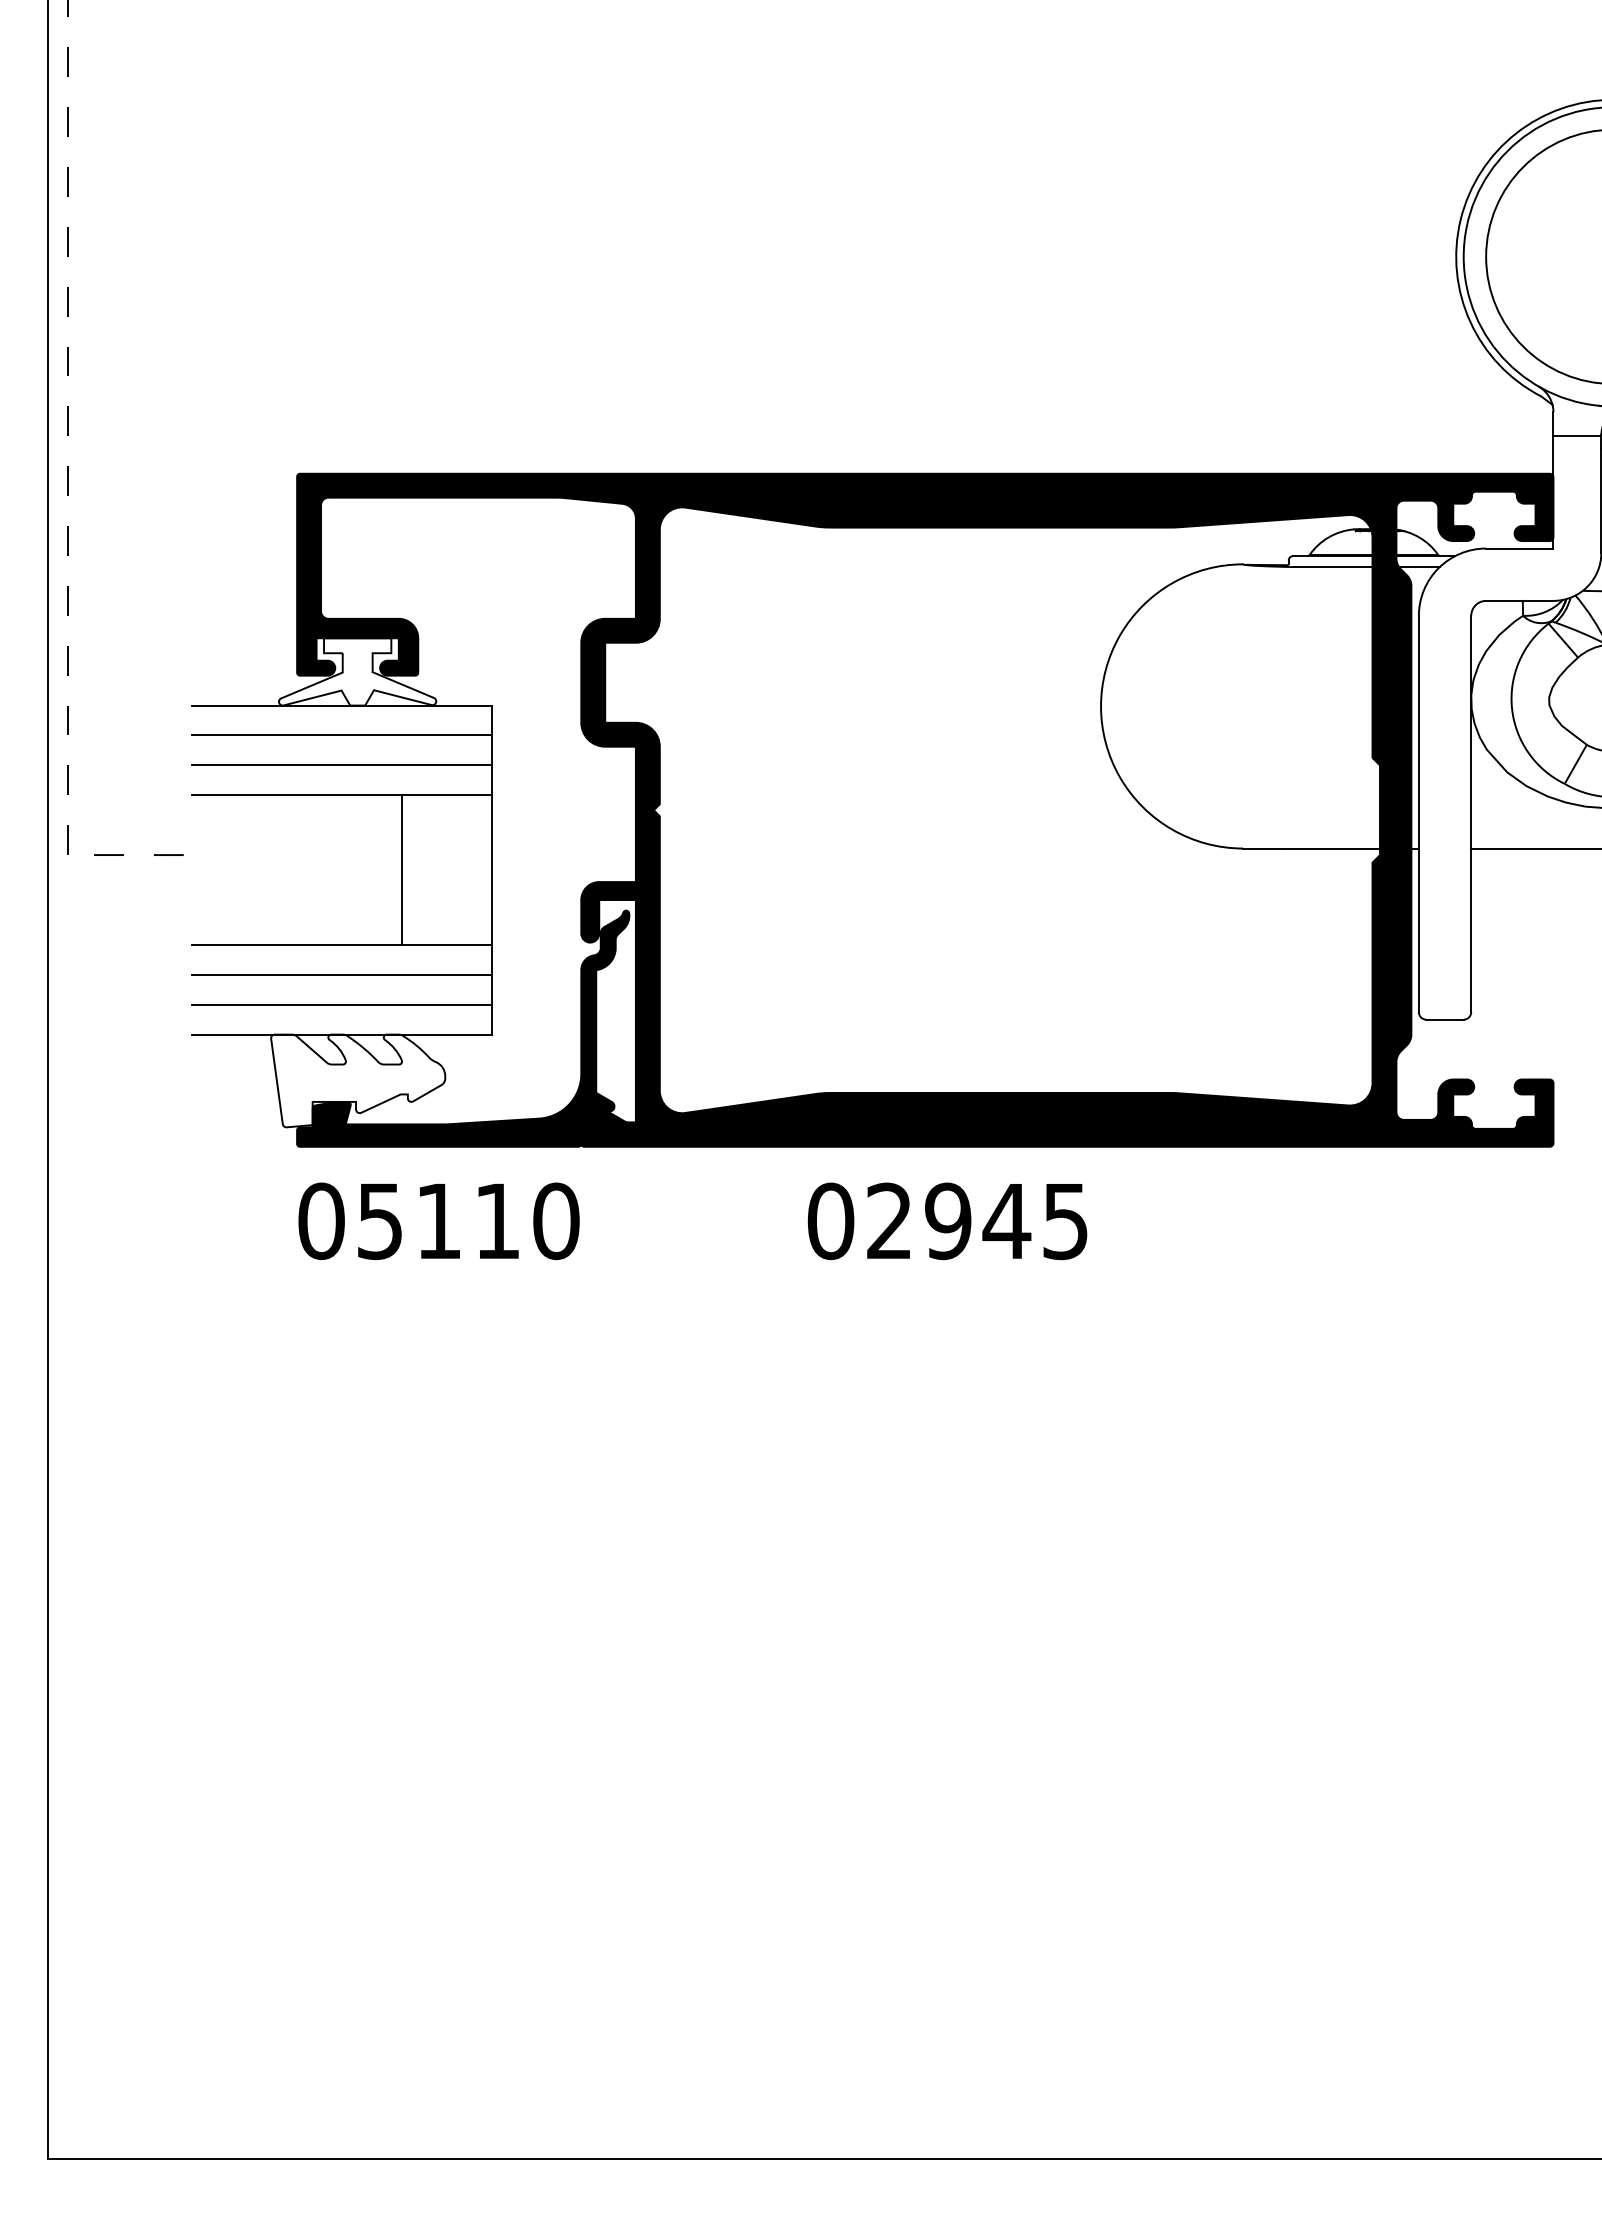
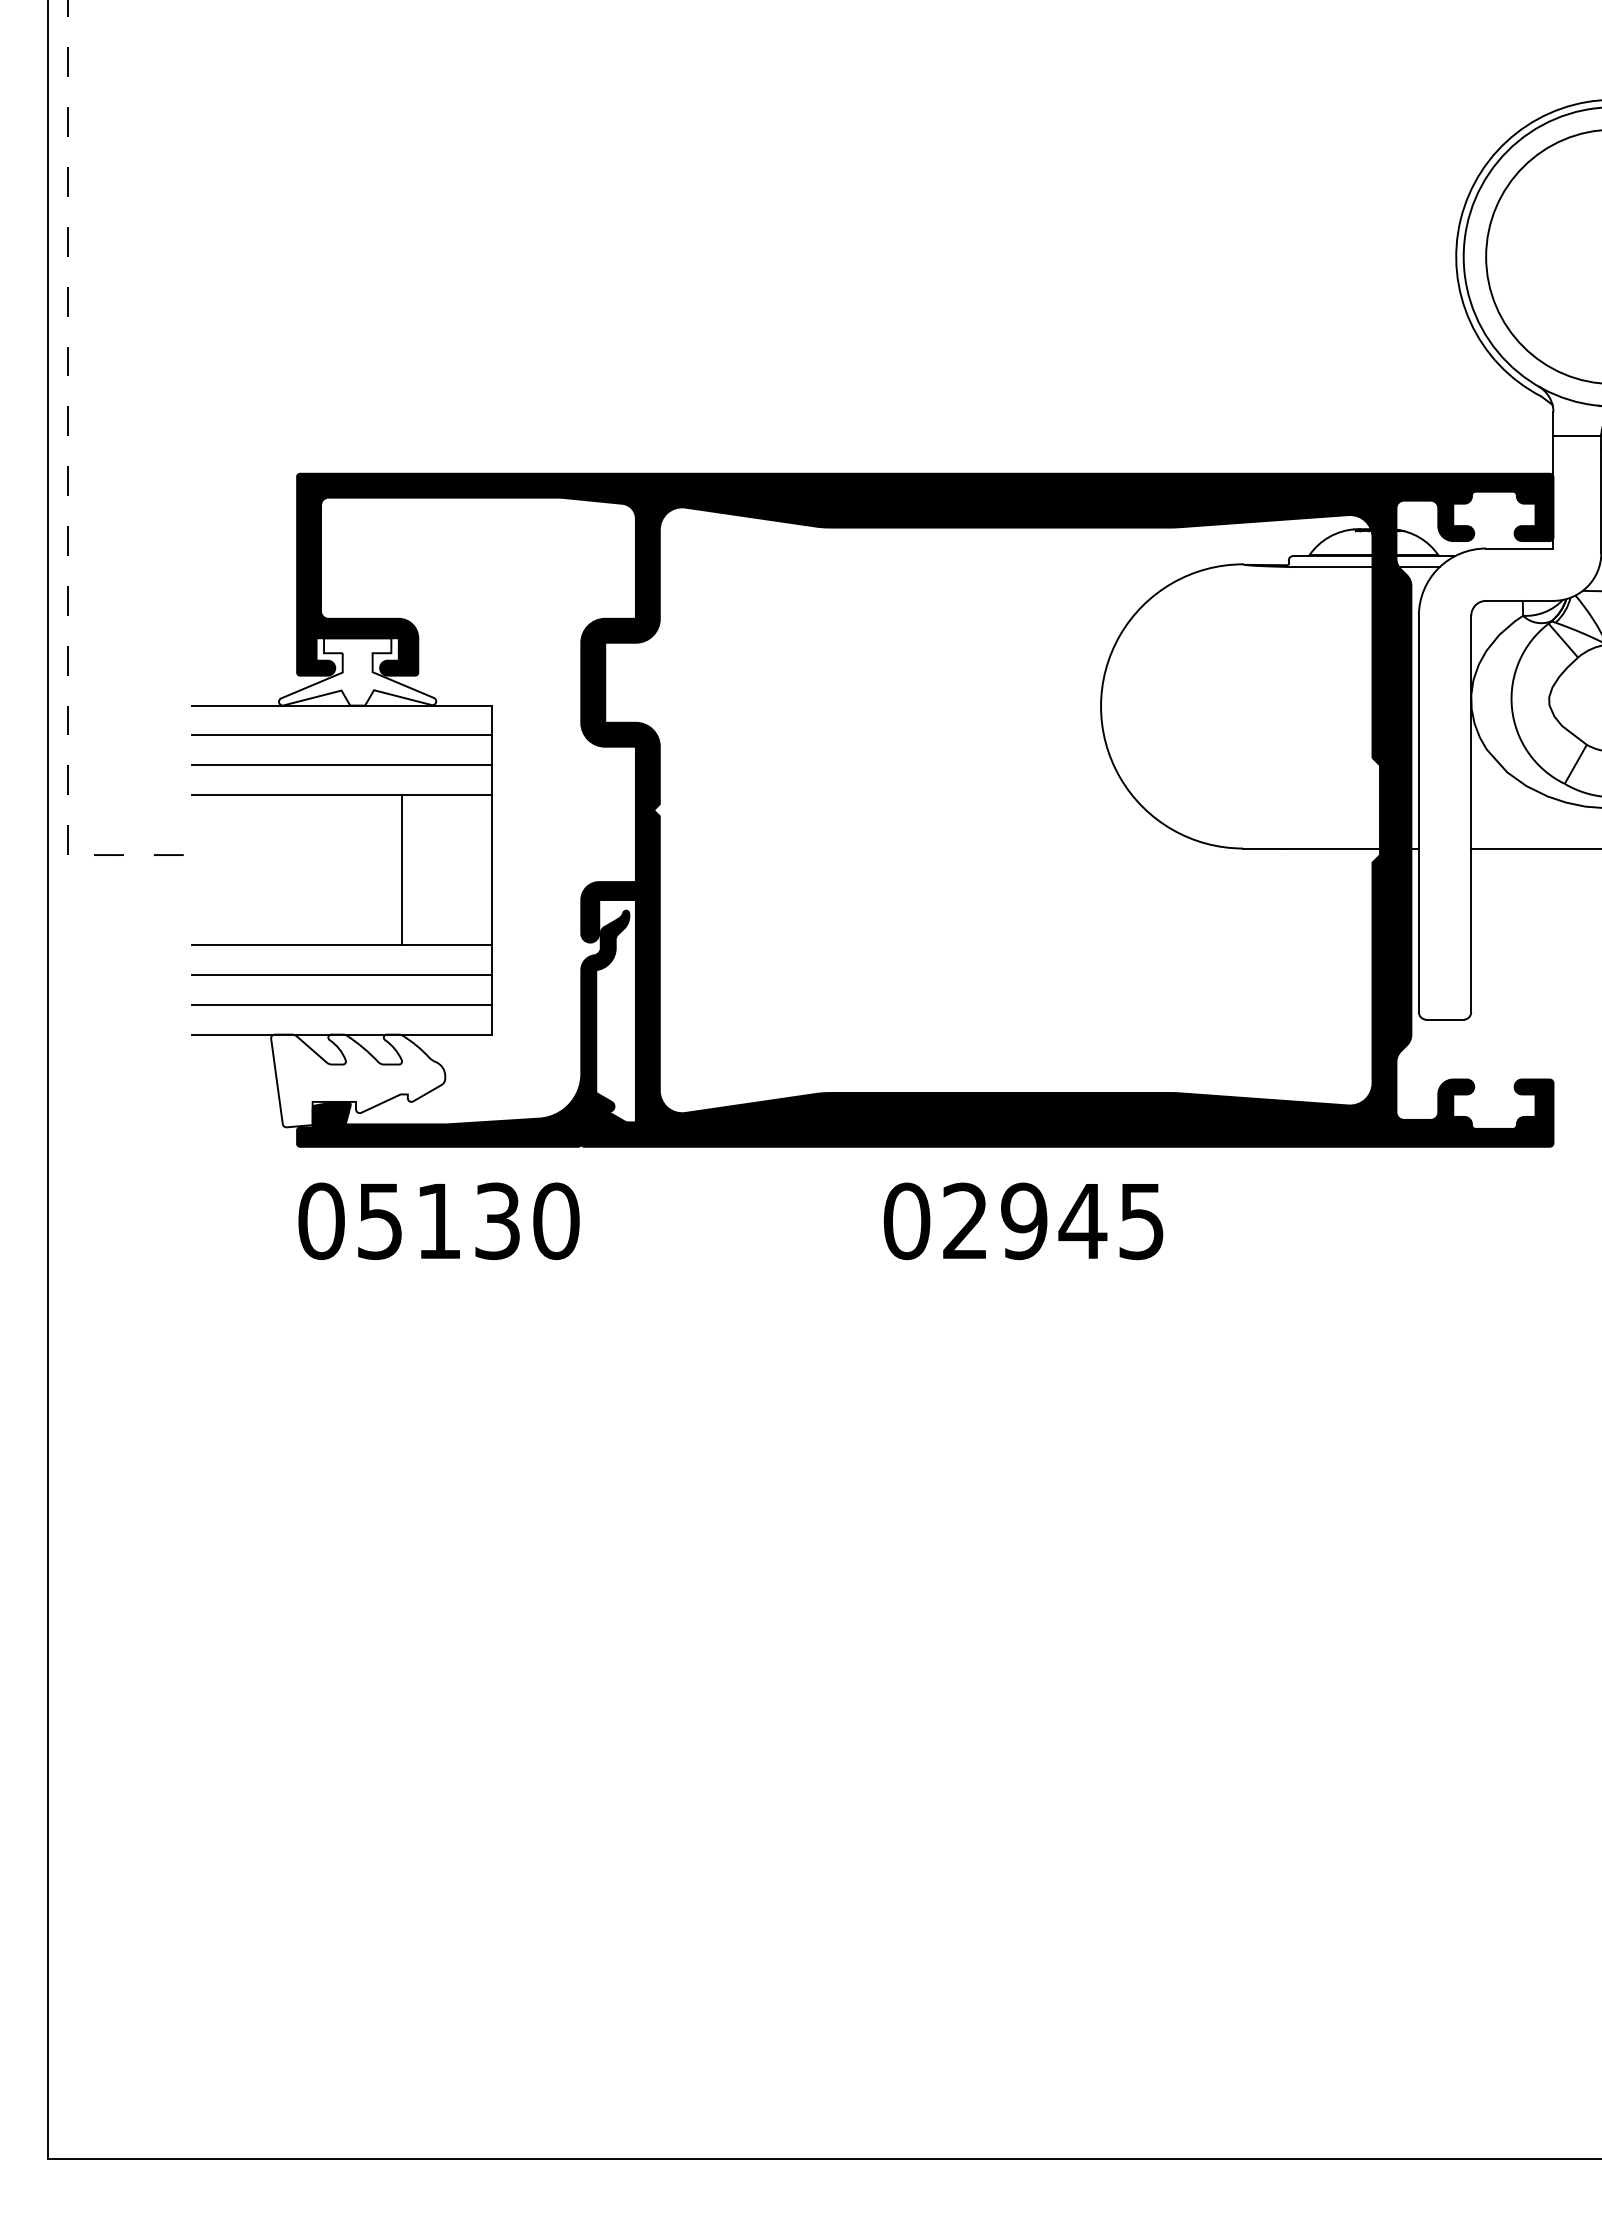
text at (497, 1221): 05110 -> 05130
text at (947, 1221) position: (947, 1221) -> (1023, 1221)
